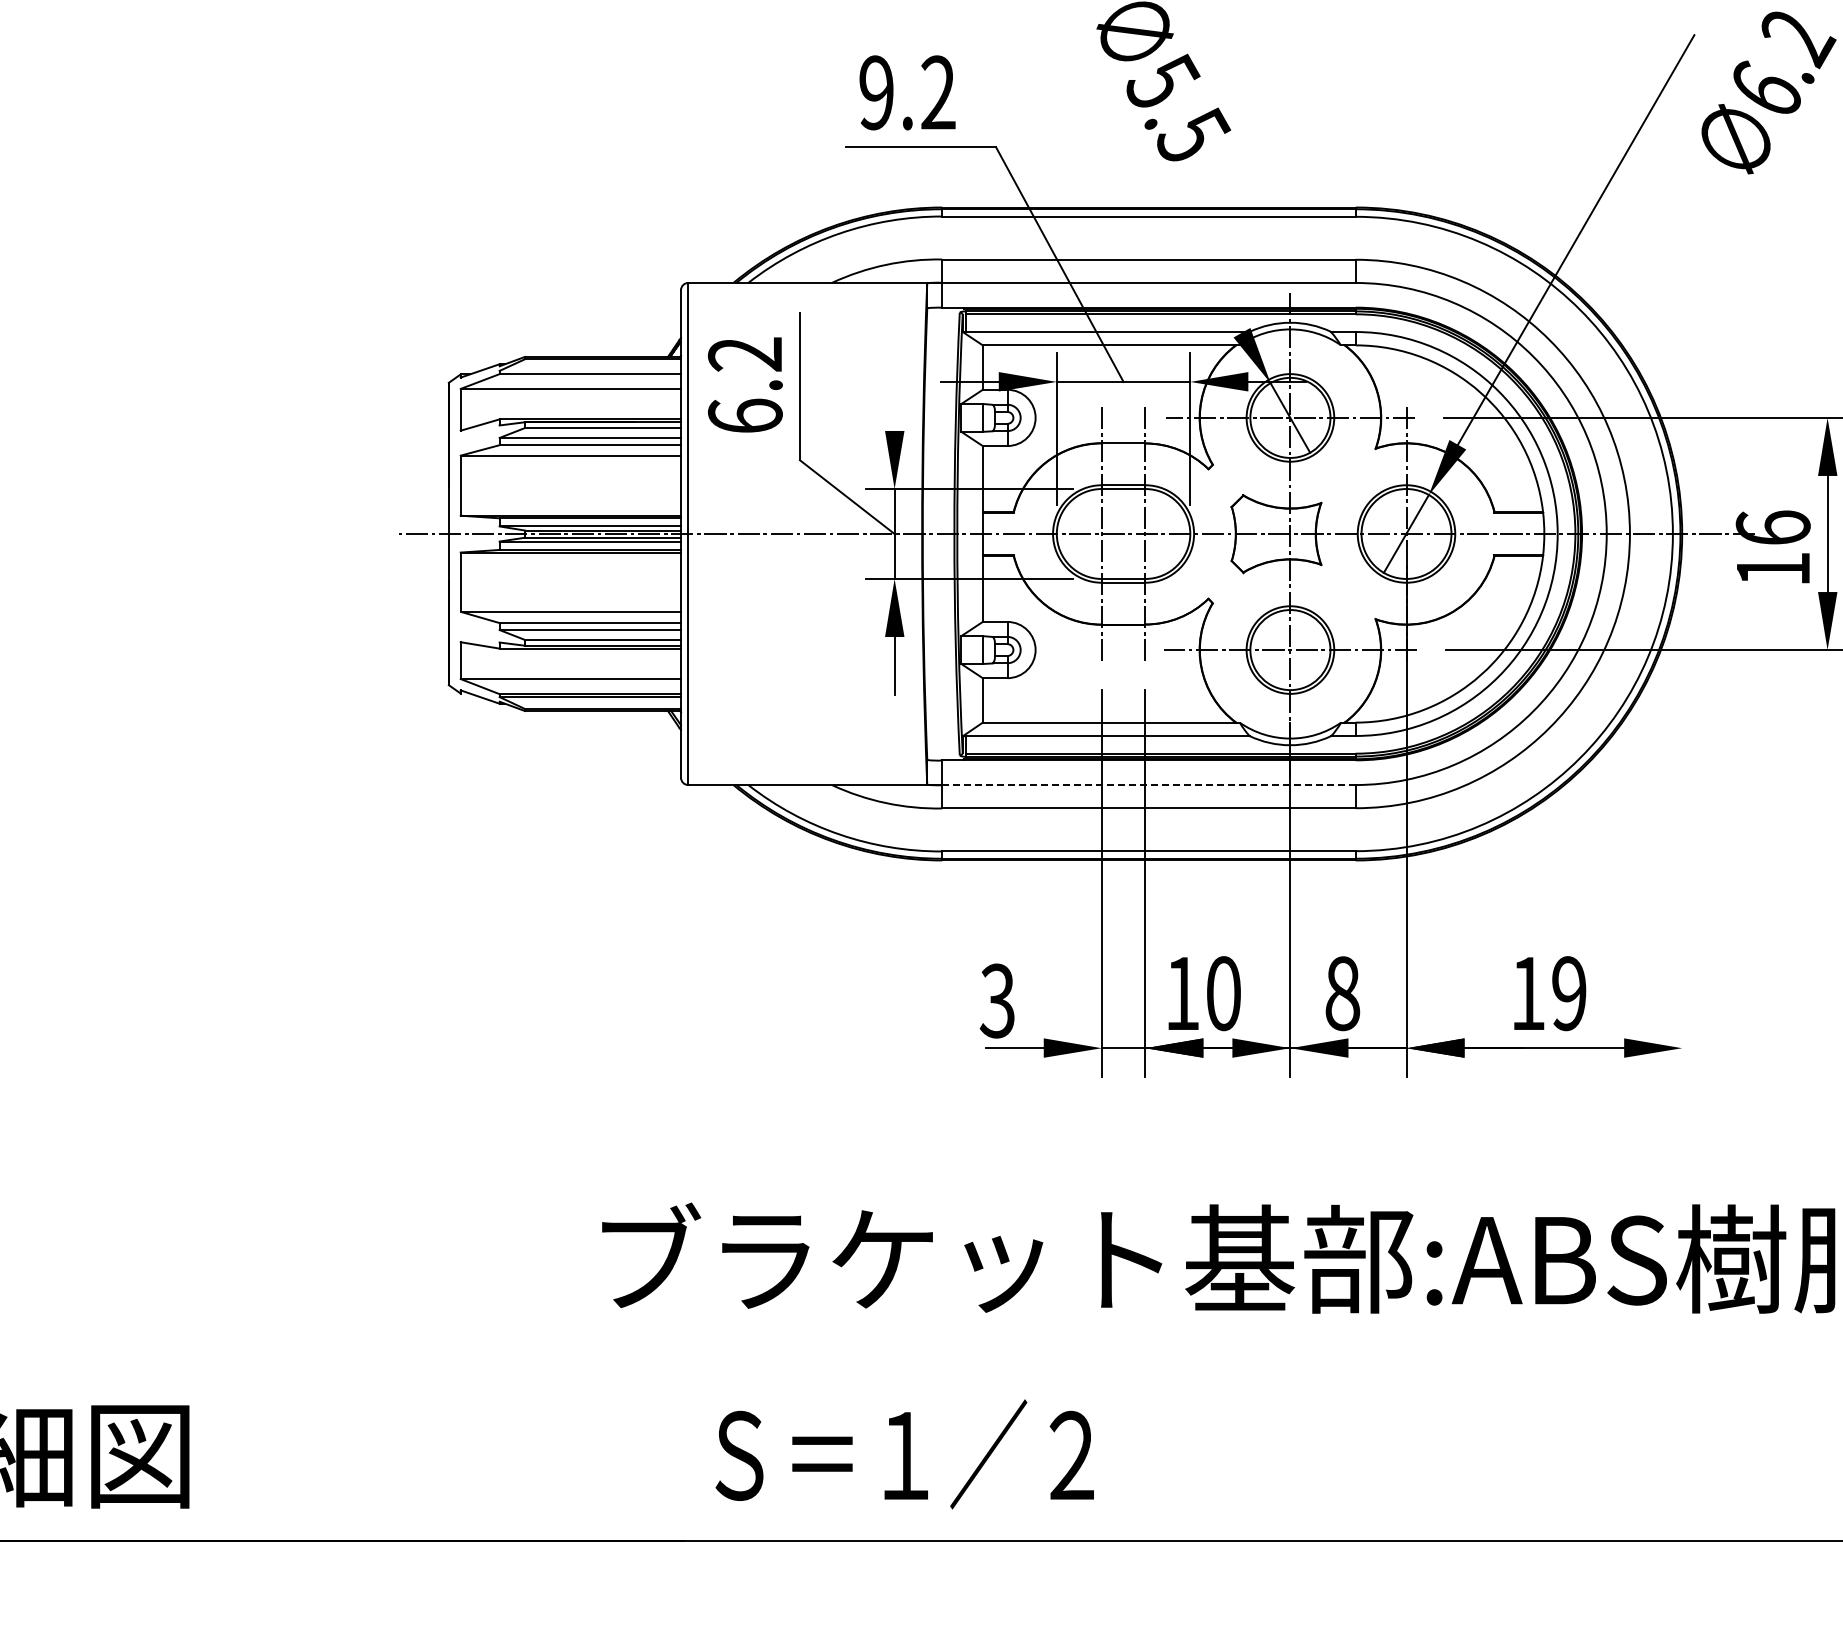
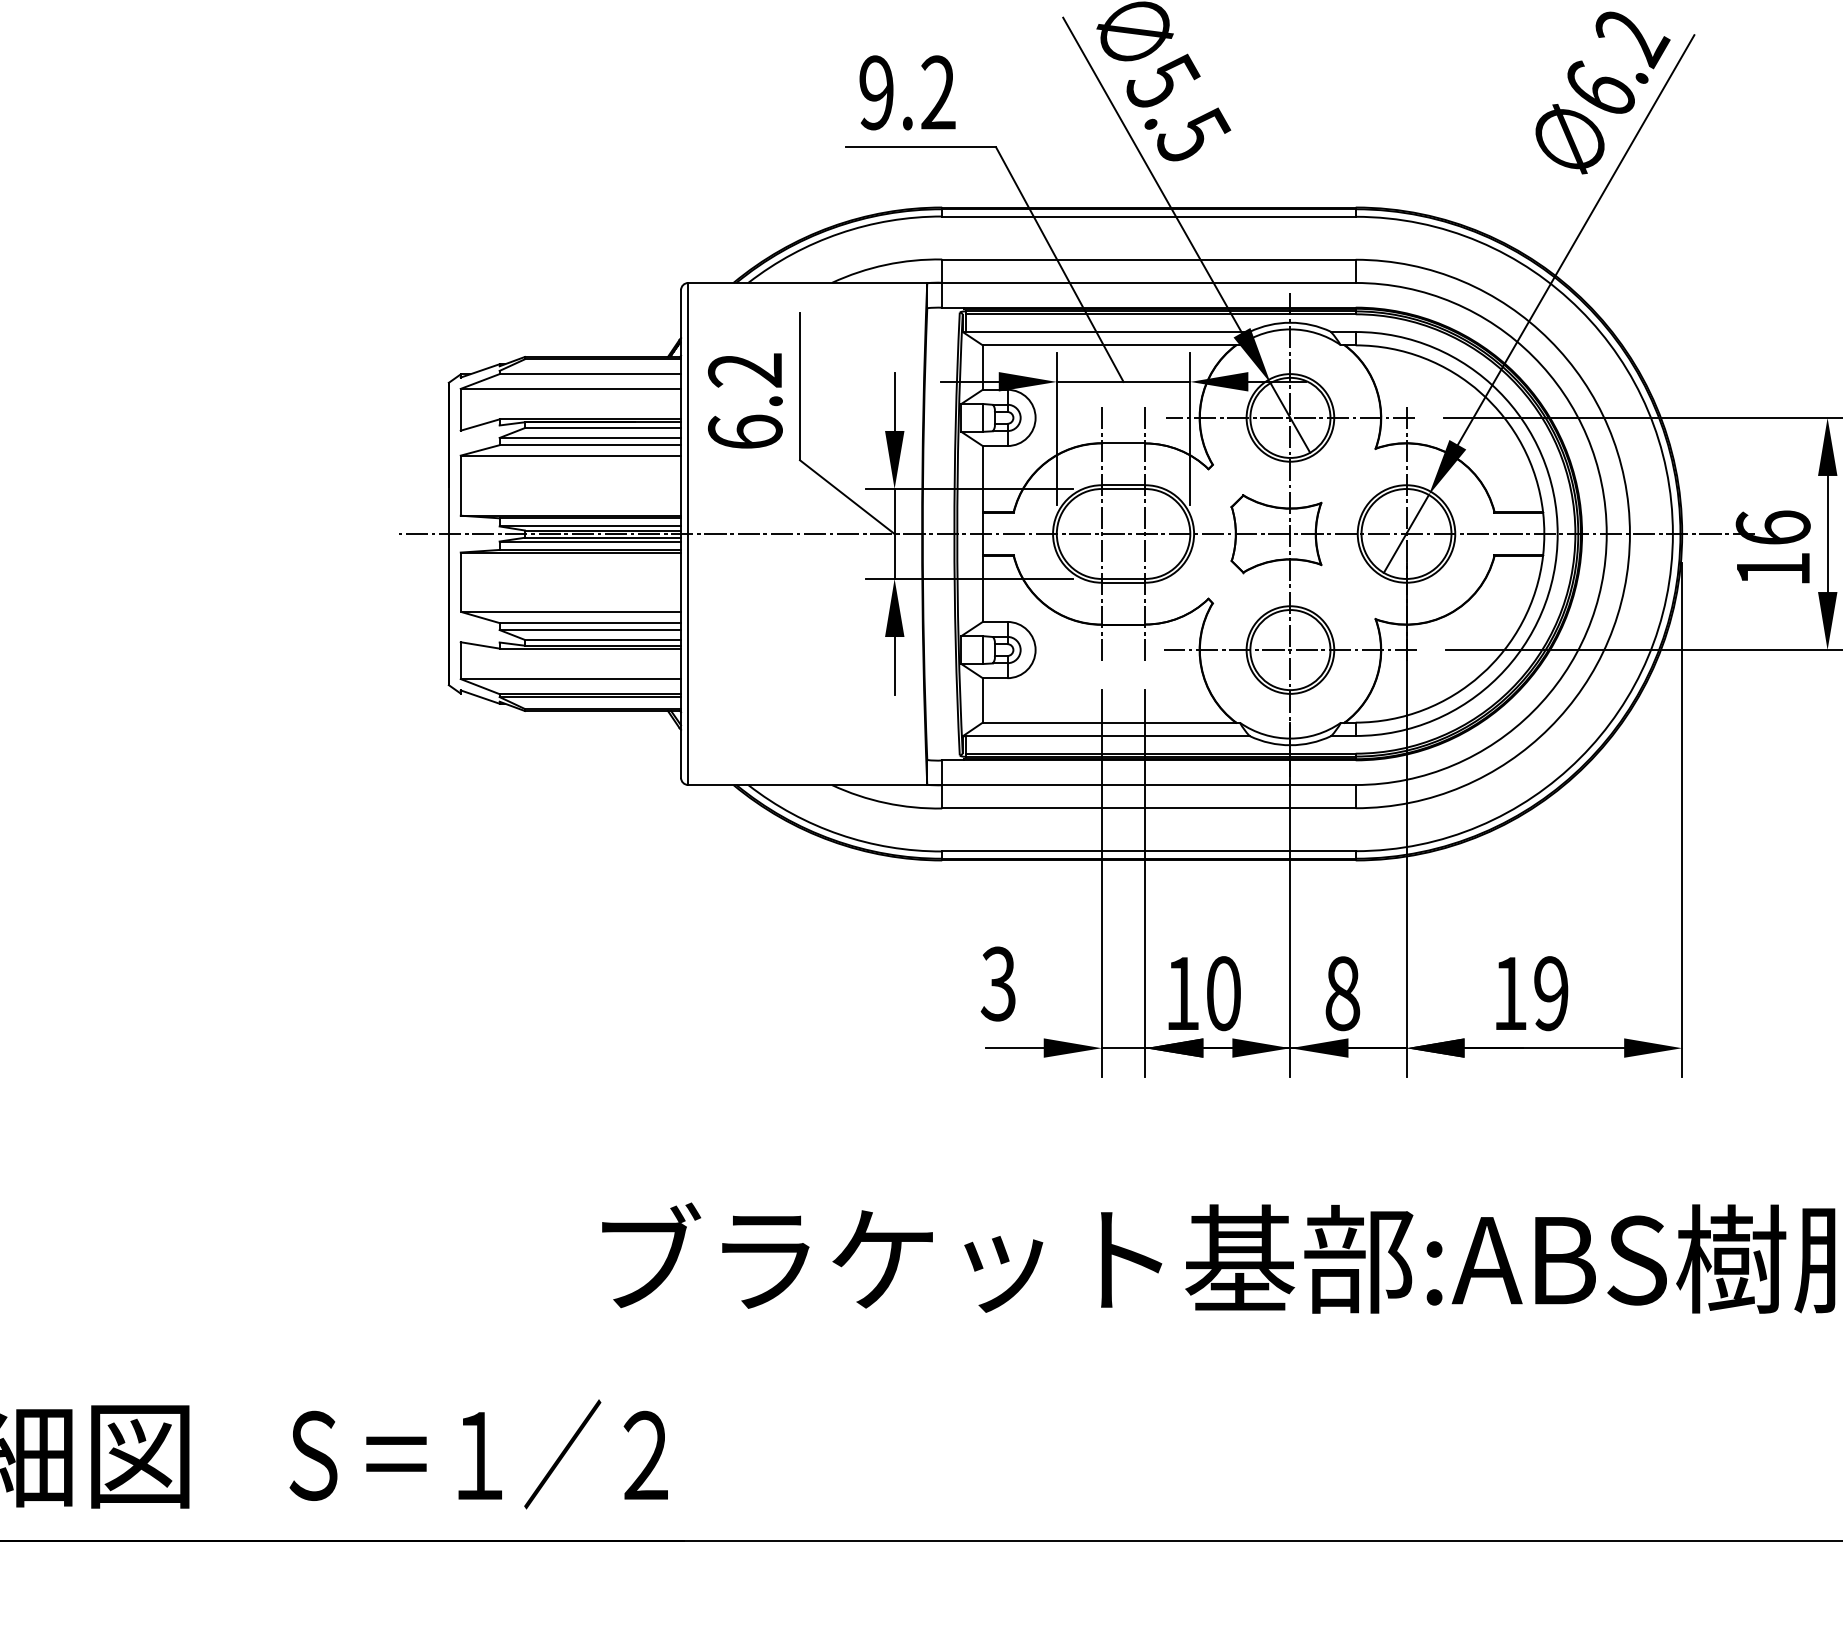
text at (1768, 92) position: (1768, 92) -> (1602, 92)
line at (1152, 174): none -> present
text at (745, 384) position: (745, 384) -> (745, 400)
line at (894, 401): none -> present
line at (1148, 785): dashed -> solid
line at (1682, 820): none -> present
text at (1550, 993) position: (1550, 993) -> (1532, 993)
text at (996, 1000) position: (996, 1000) -> (997, 983)
text at (904, 1454) position: (904, 1454) -> (478, 1454)
